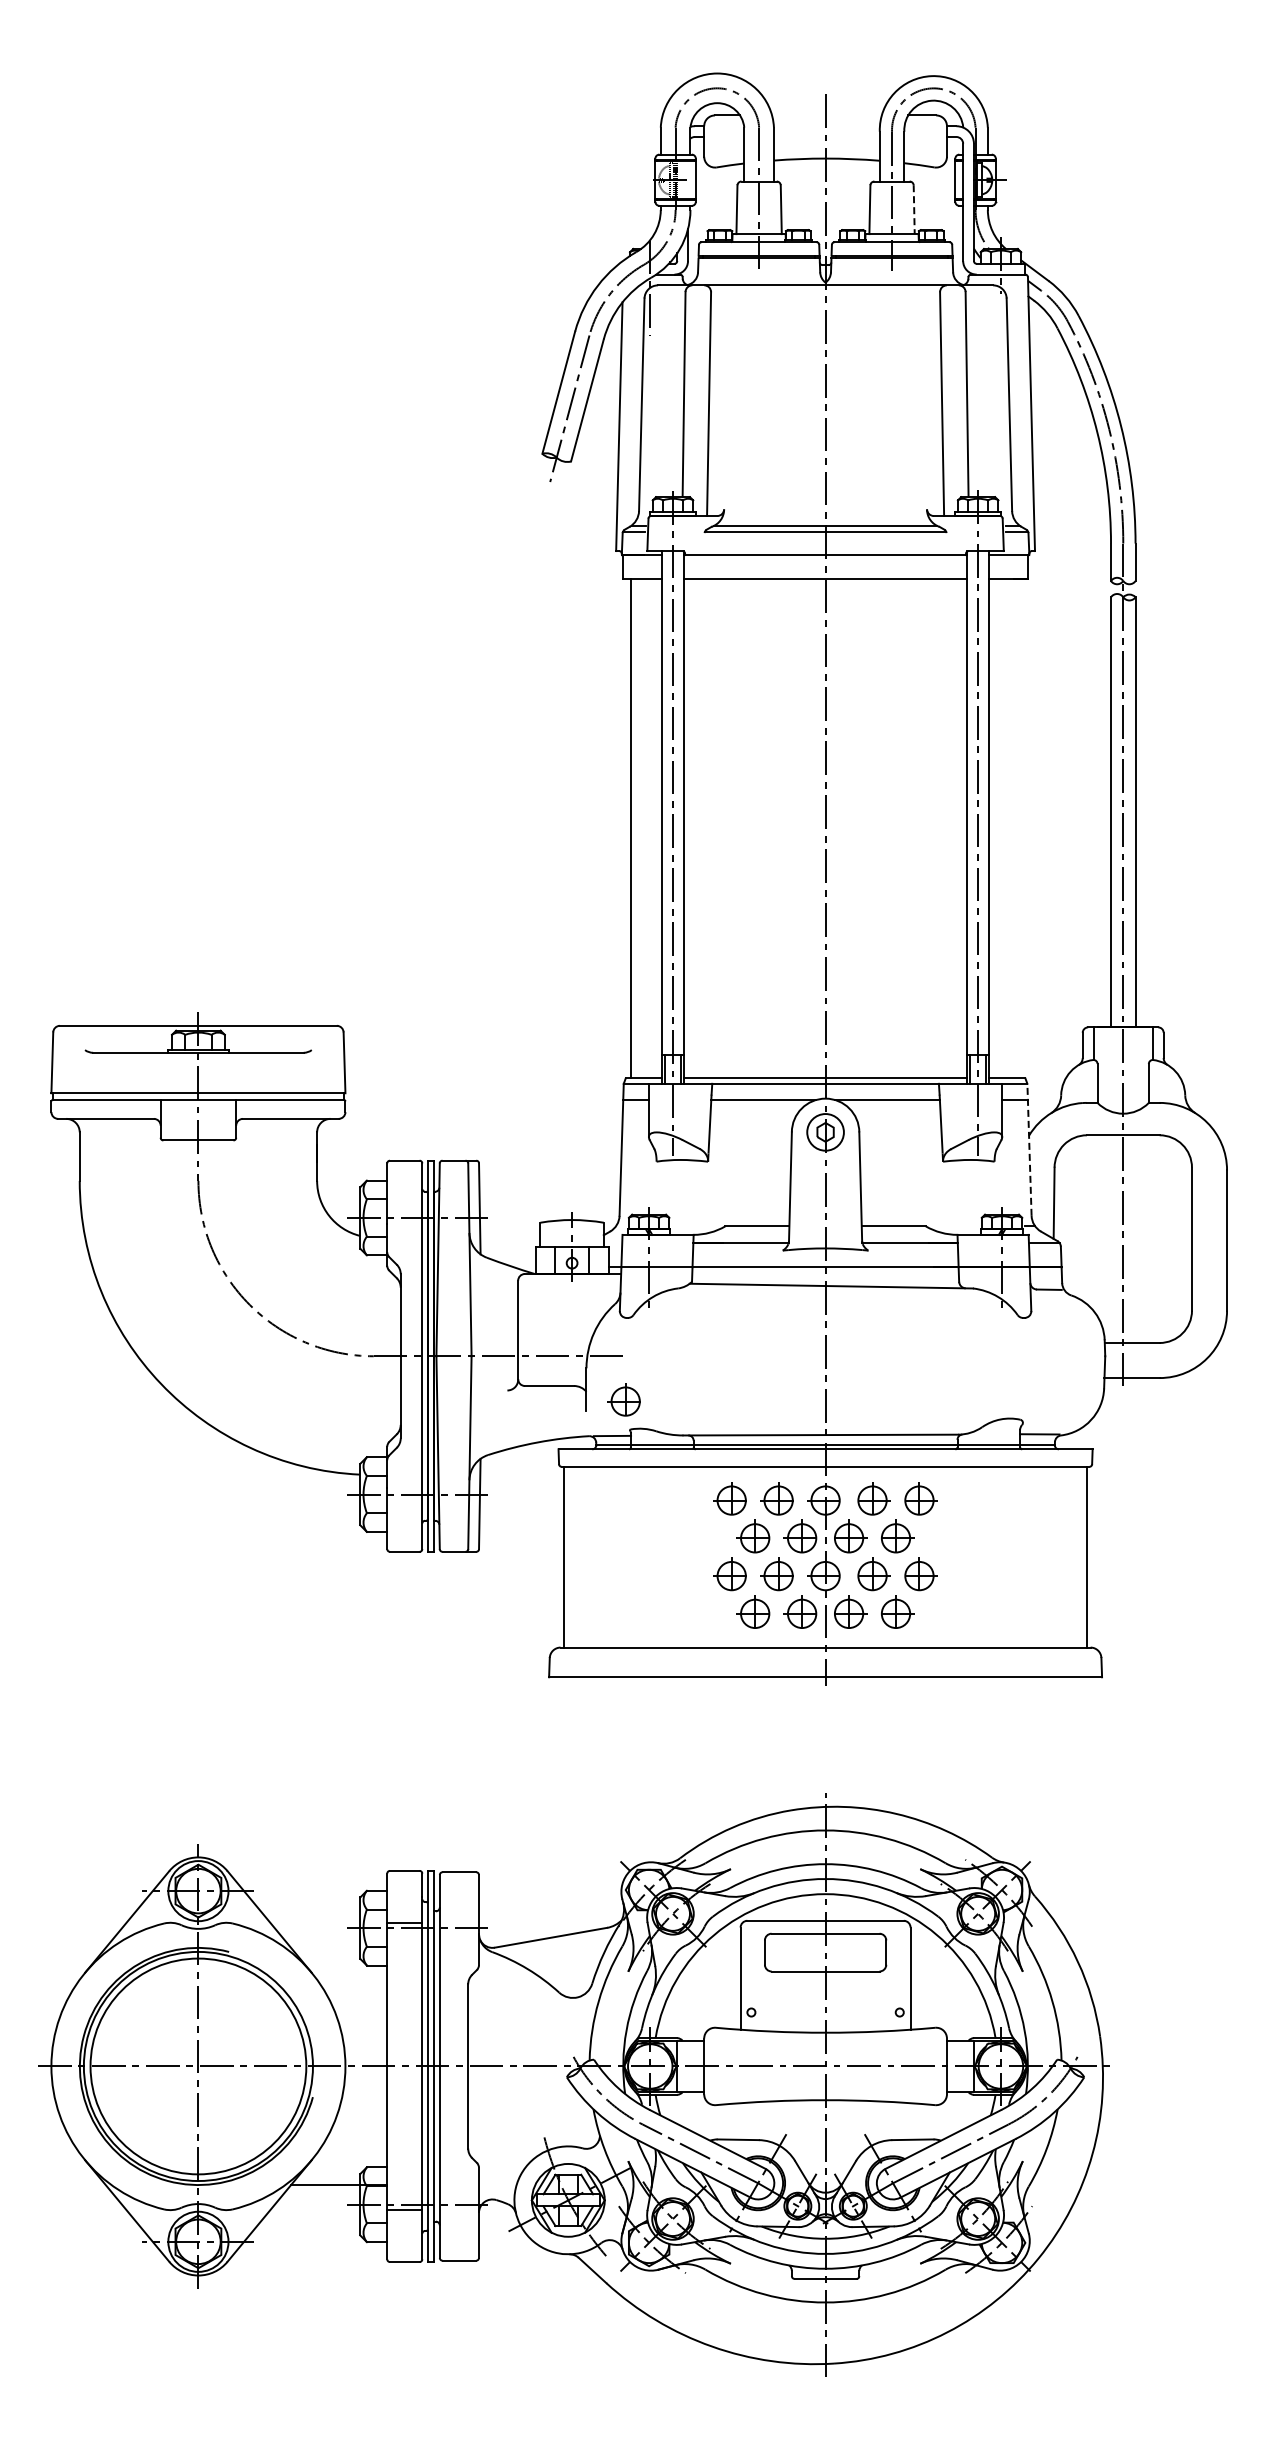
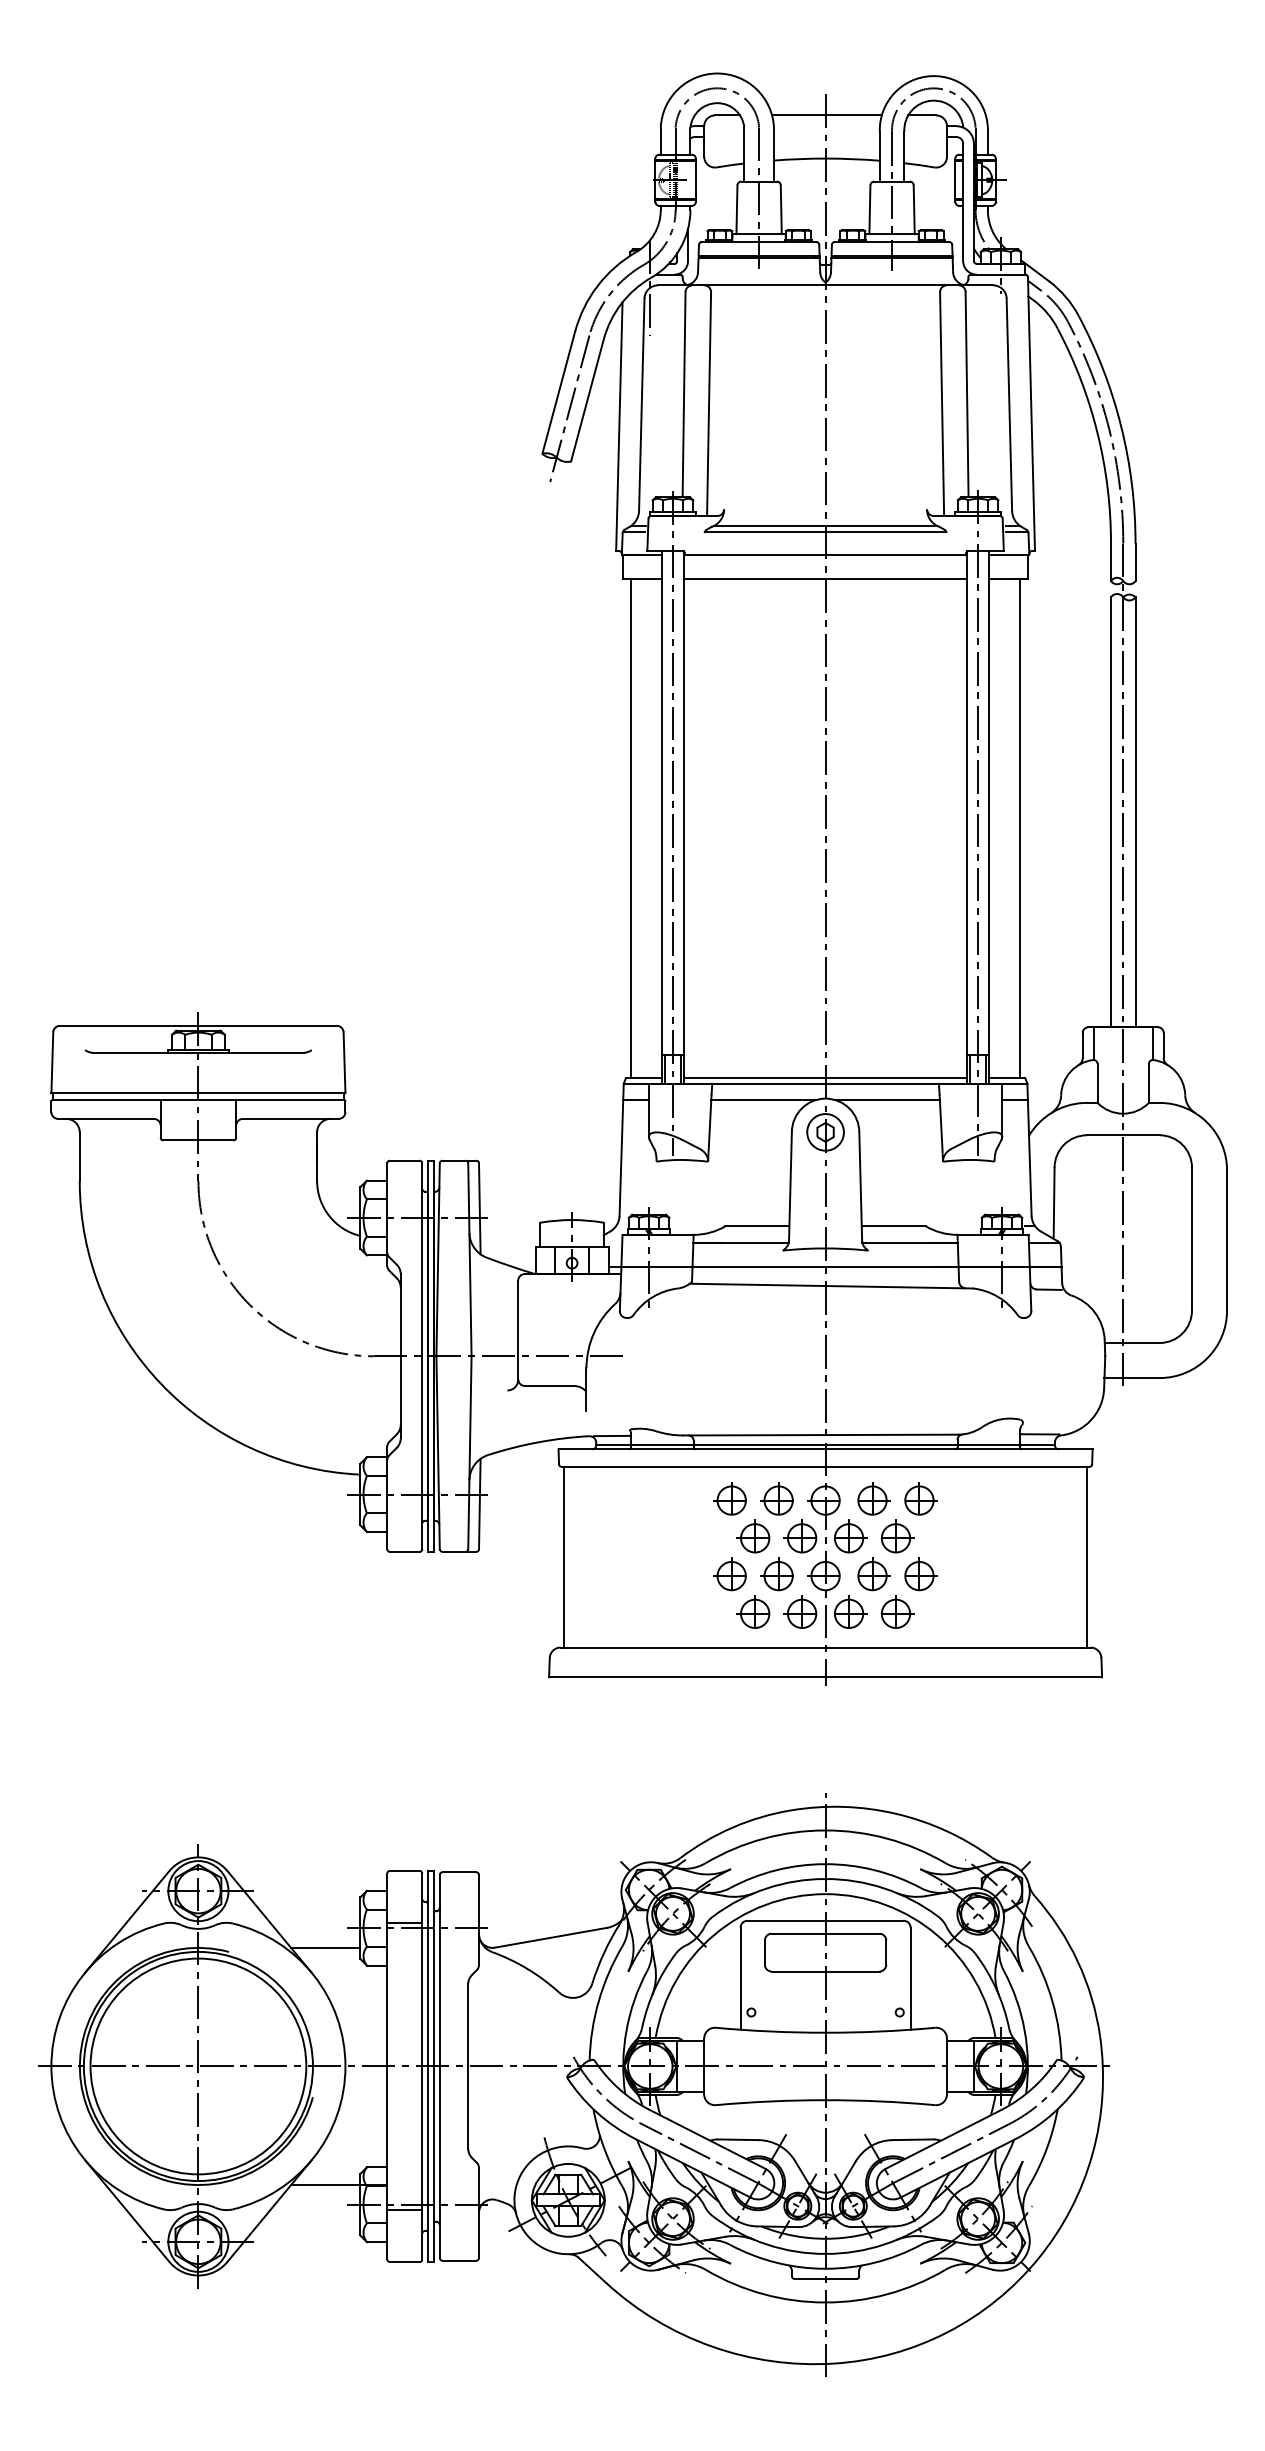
line at (826, 115): none -> present
line at (914, 210): dashed -> solid
line at (1019, 828): none -> present
line at (1029, 1149): dashed -> solid
part at (623, 1399): present -> none
line at (325, 1947): none -> present
